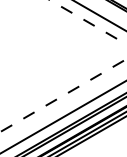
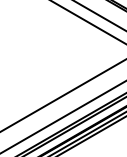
line at (88, 22): dashed -> solid
line at (63, 95): dashed -> solid
